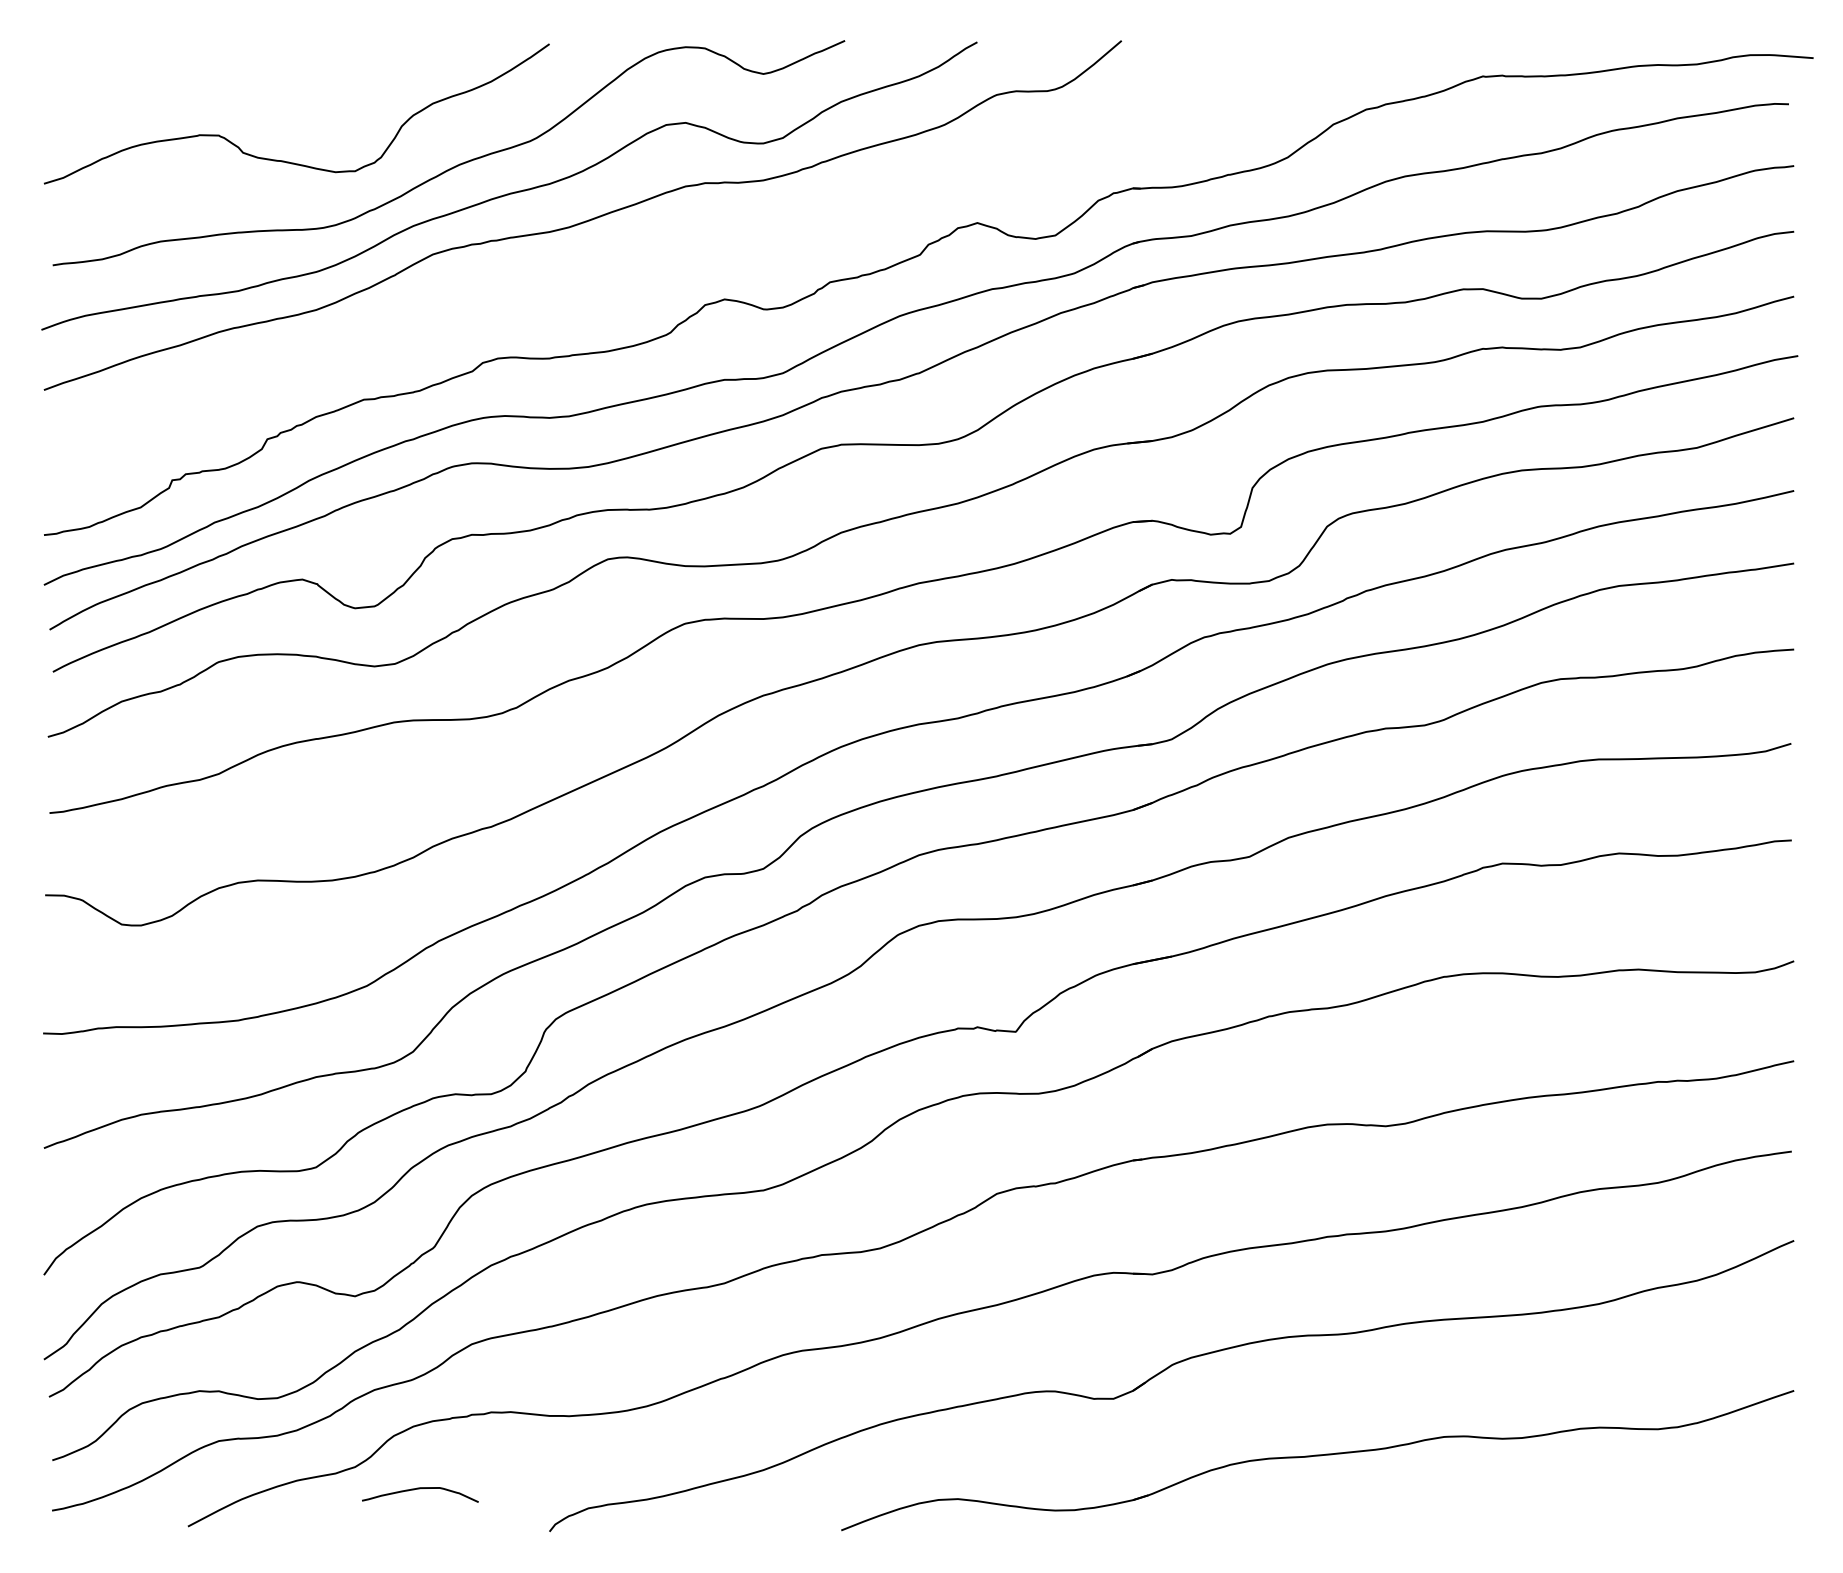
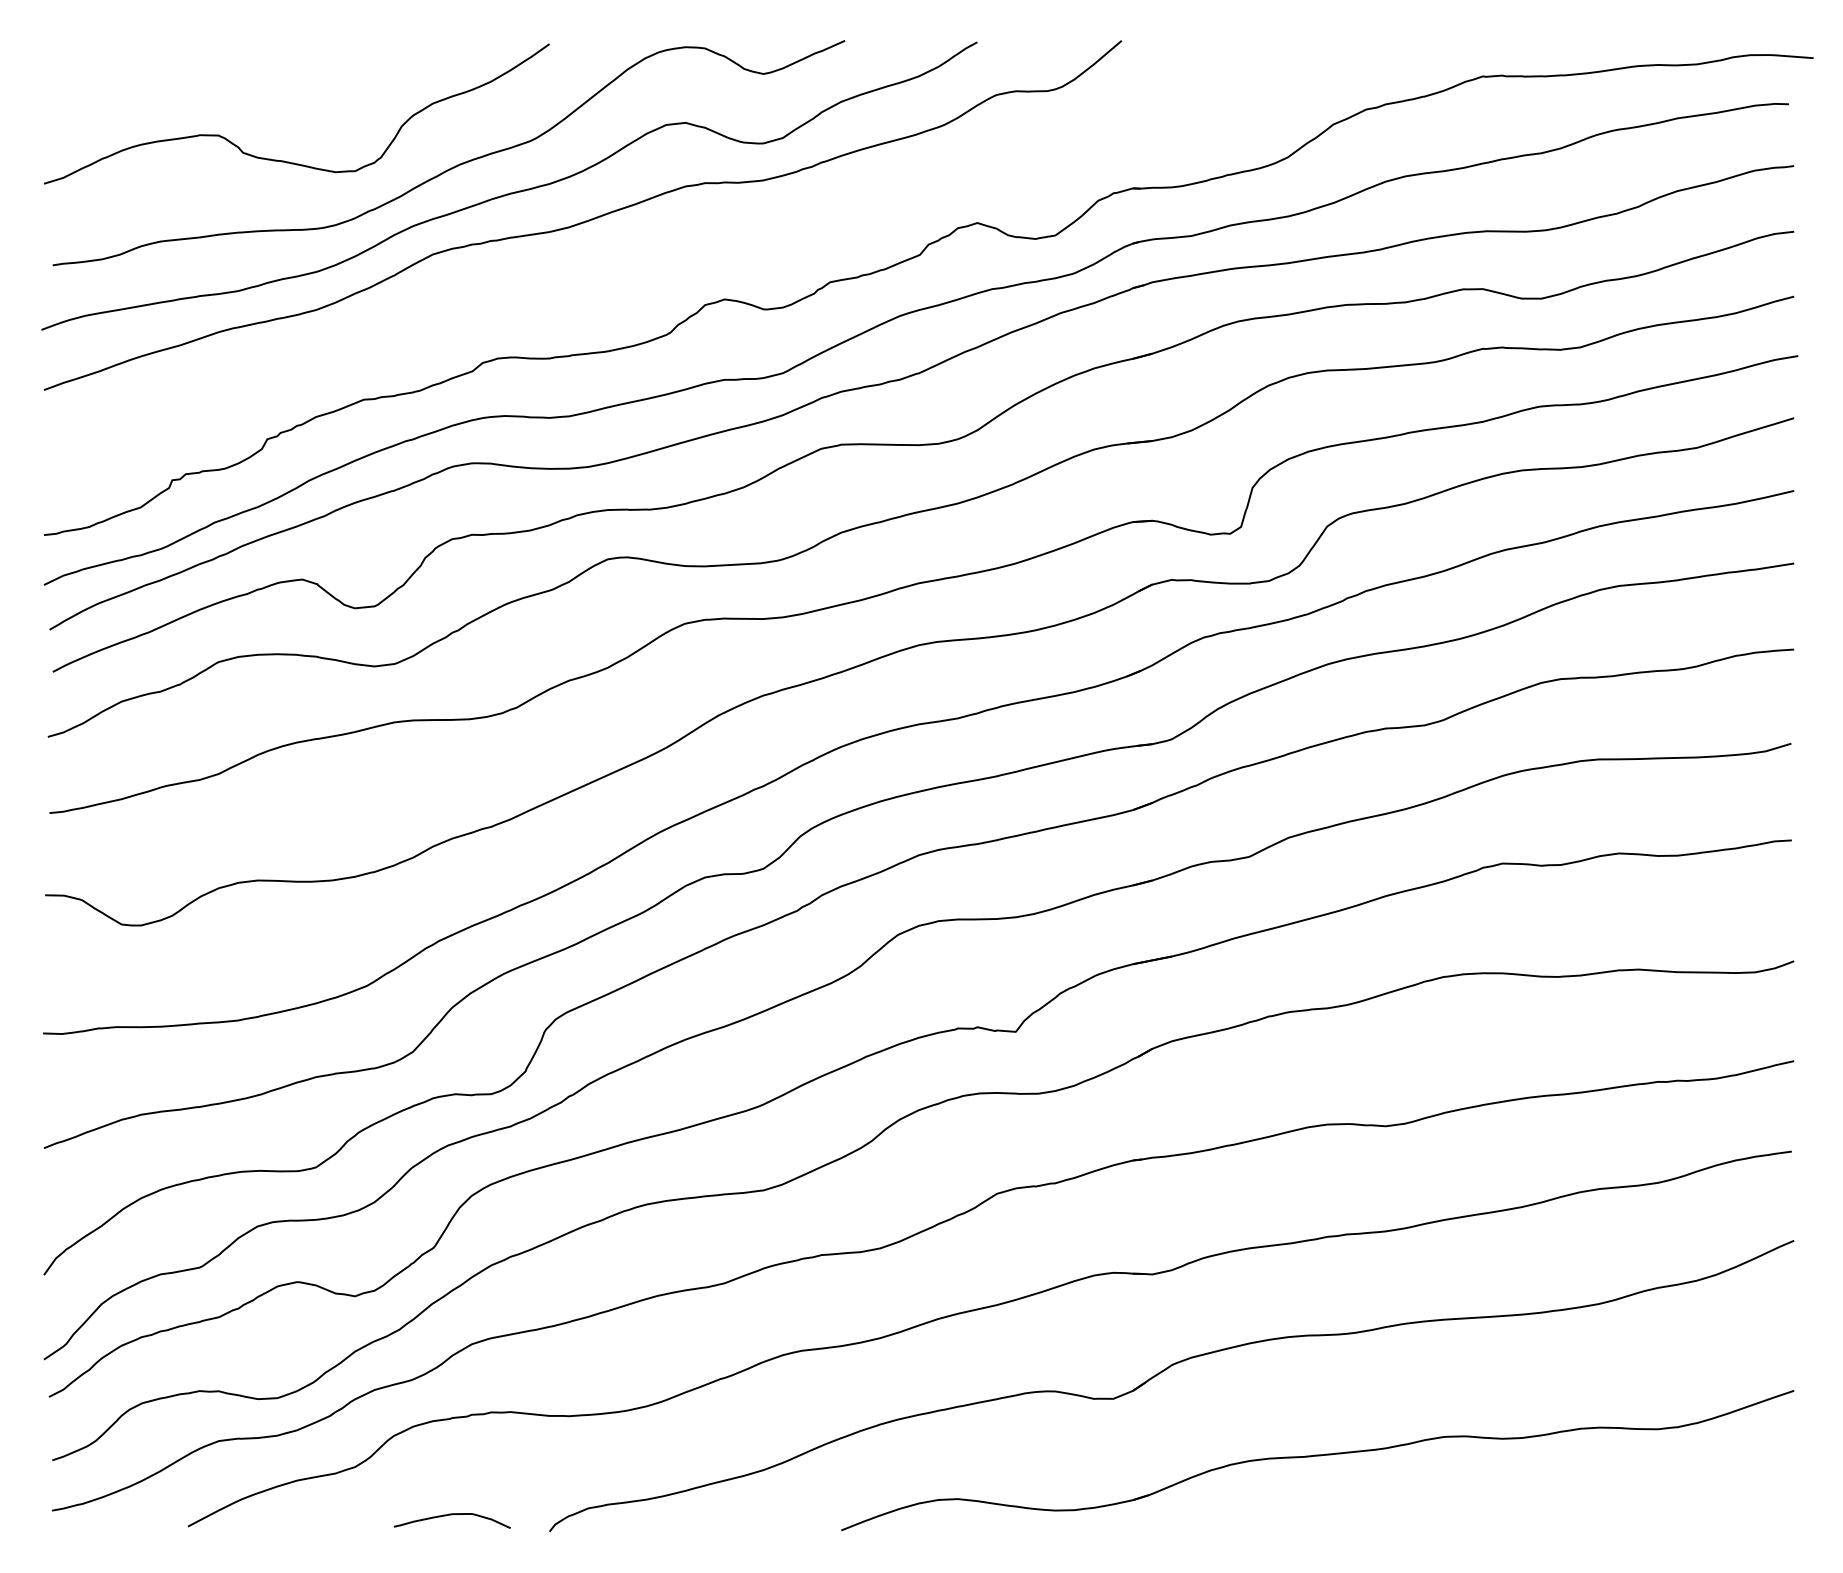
curve at (420, 1489) position: (420, 1489) -> (452, 1515)
